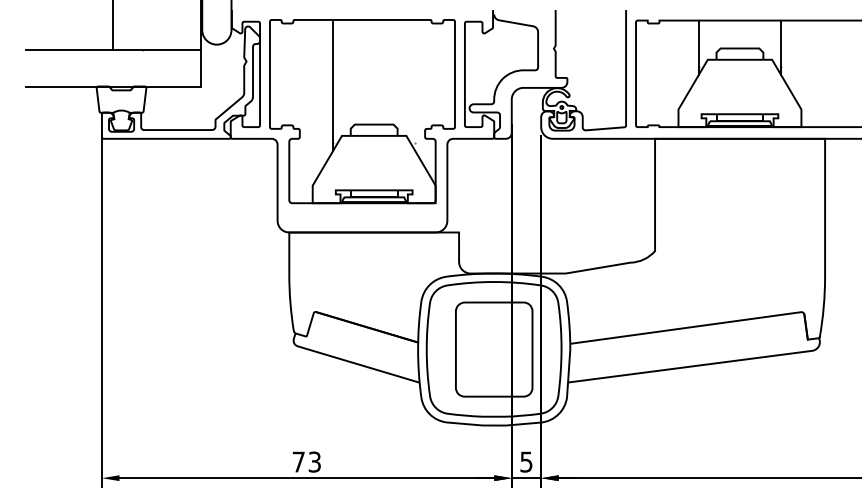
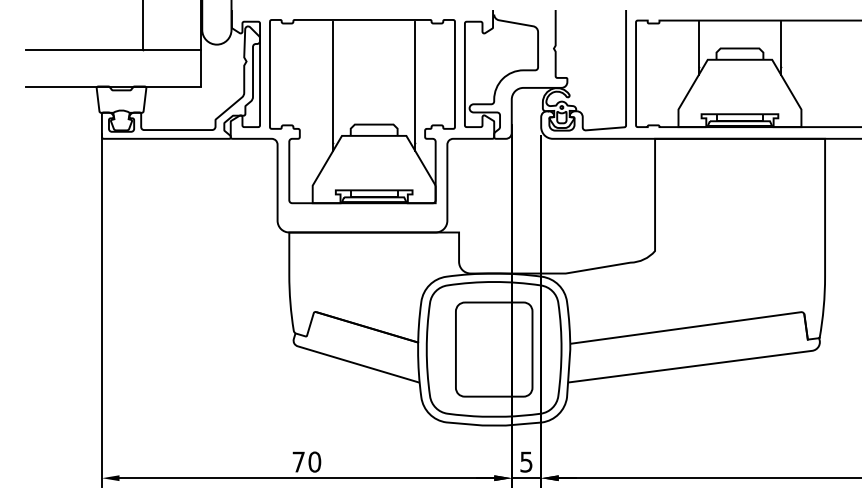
line at (112, 25) position: (112, 25) -> (142, 25)
line at (415, 85): none -> present
text at (314, 461): 73 -> 70
